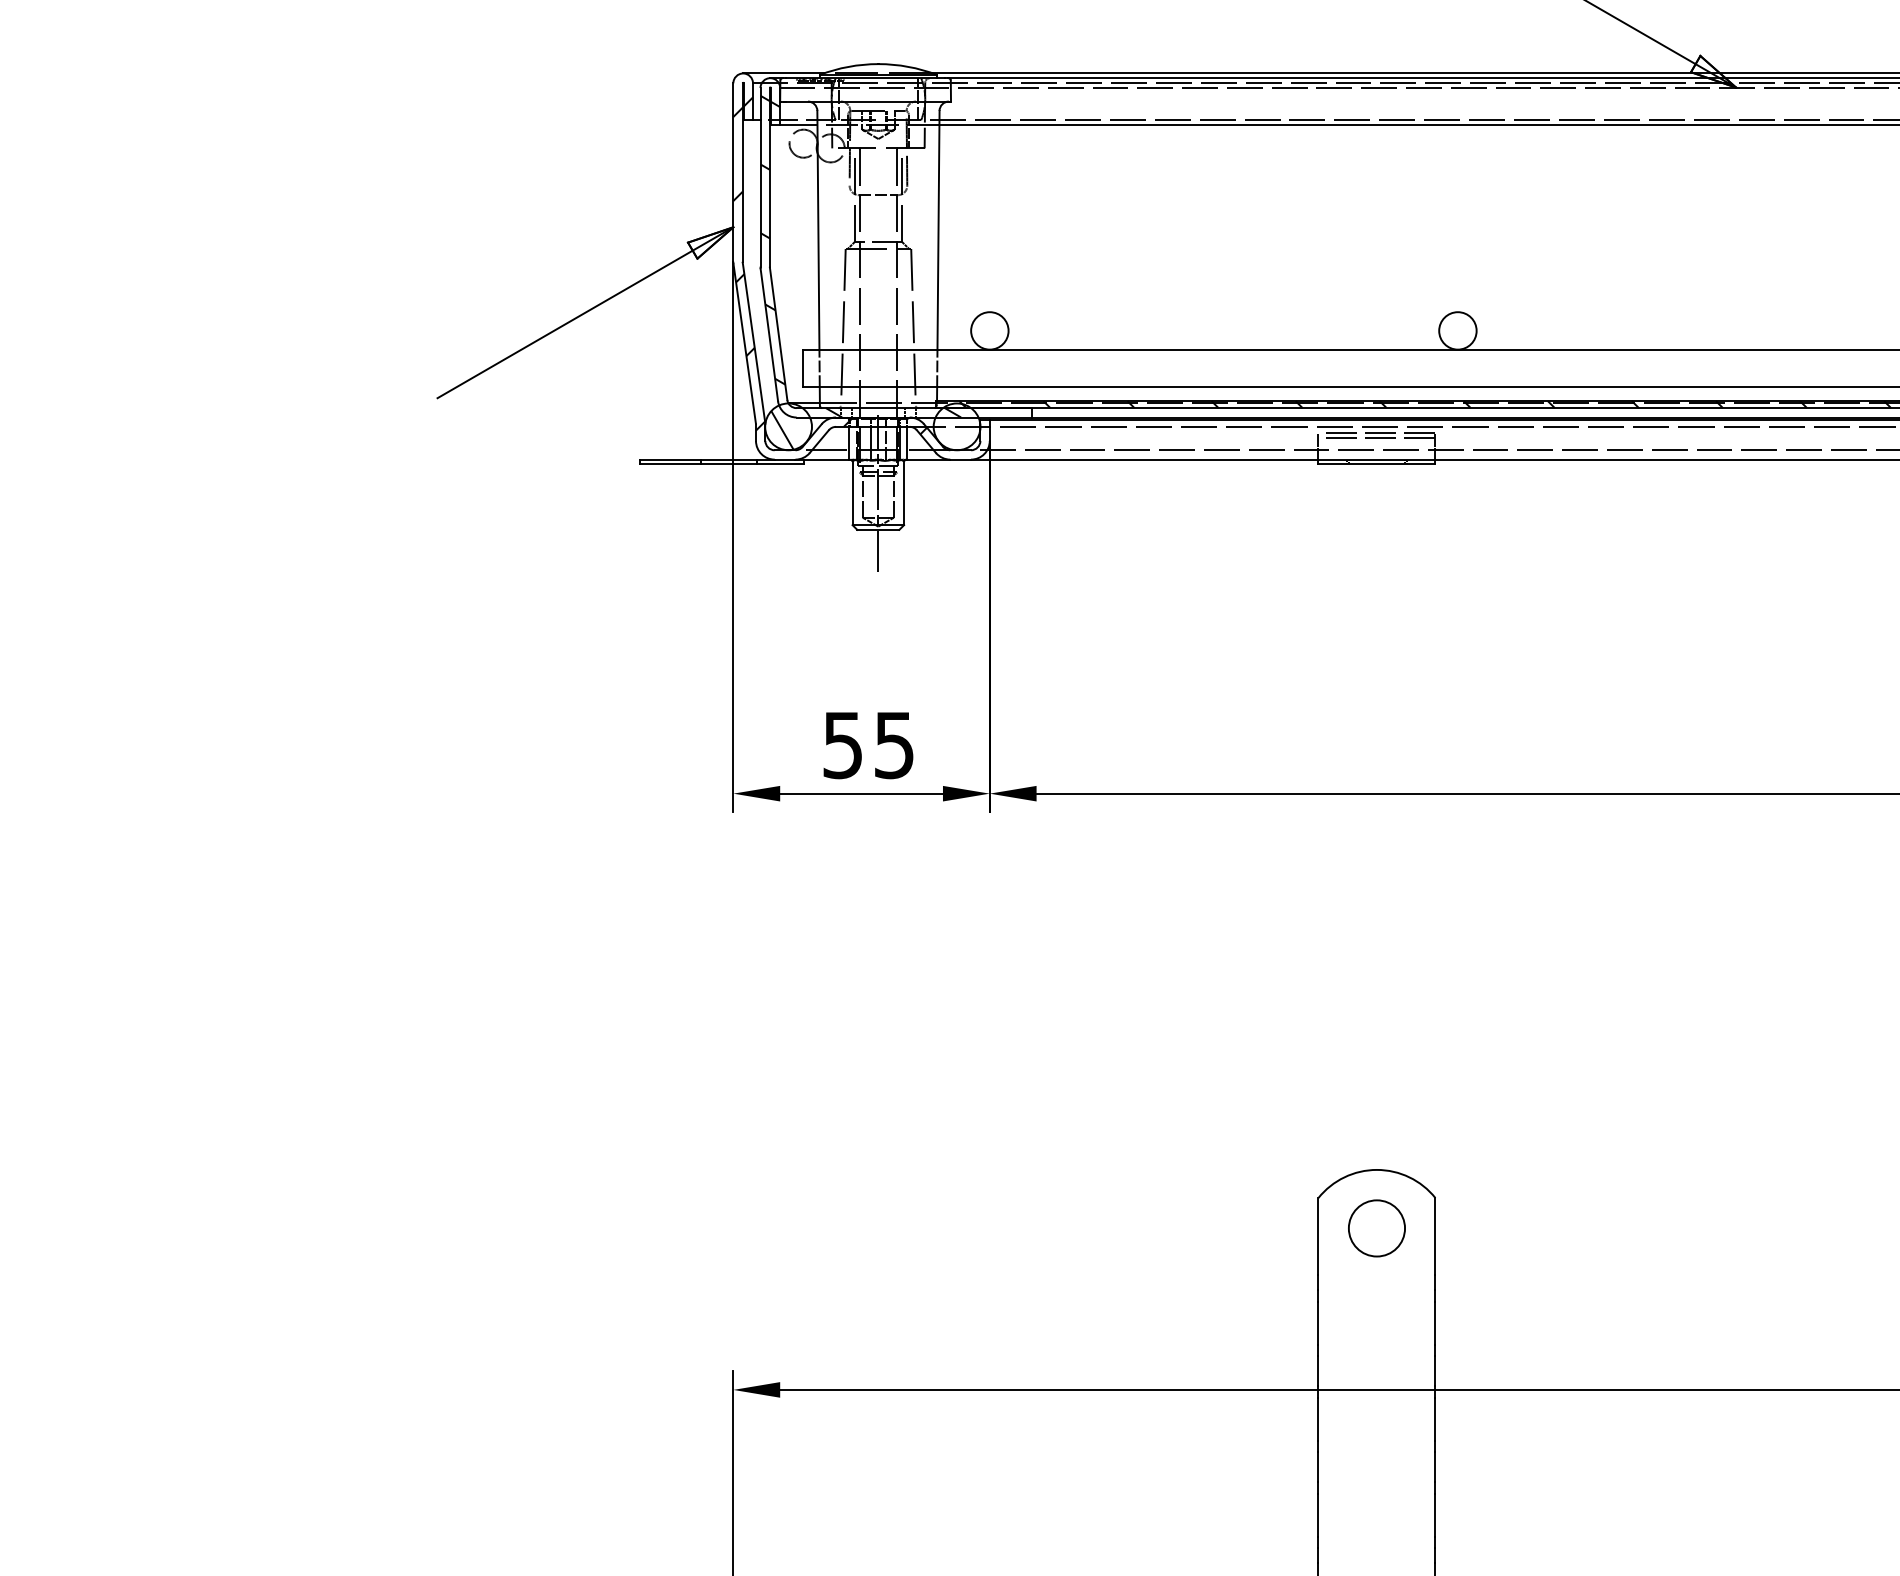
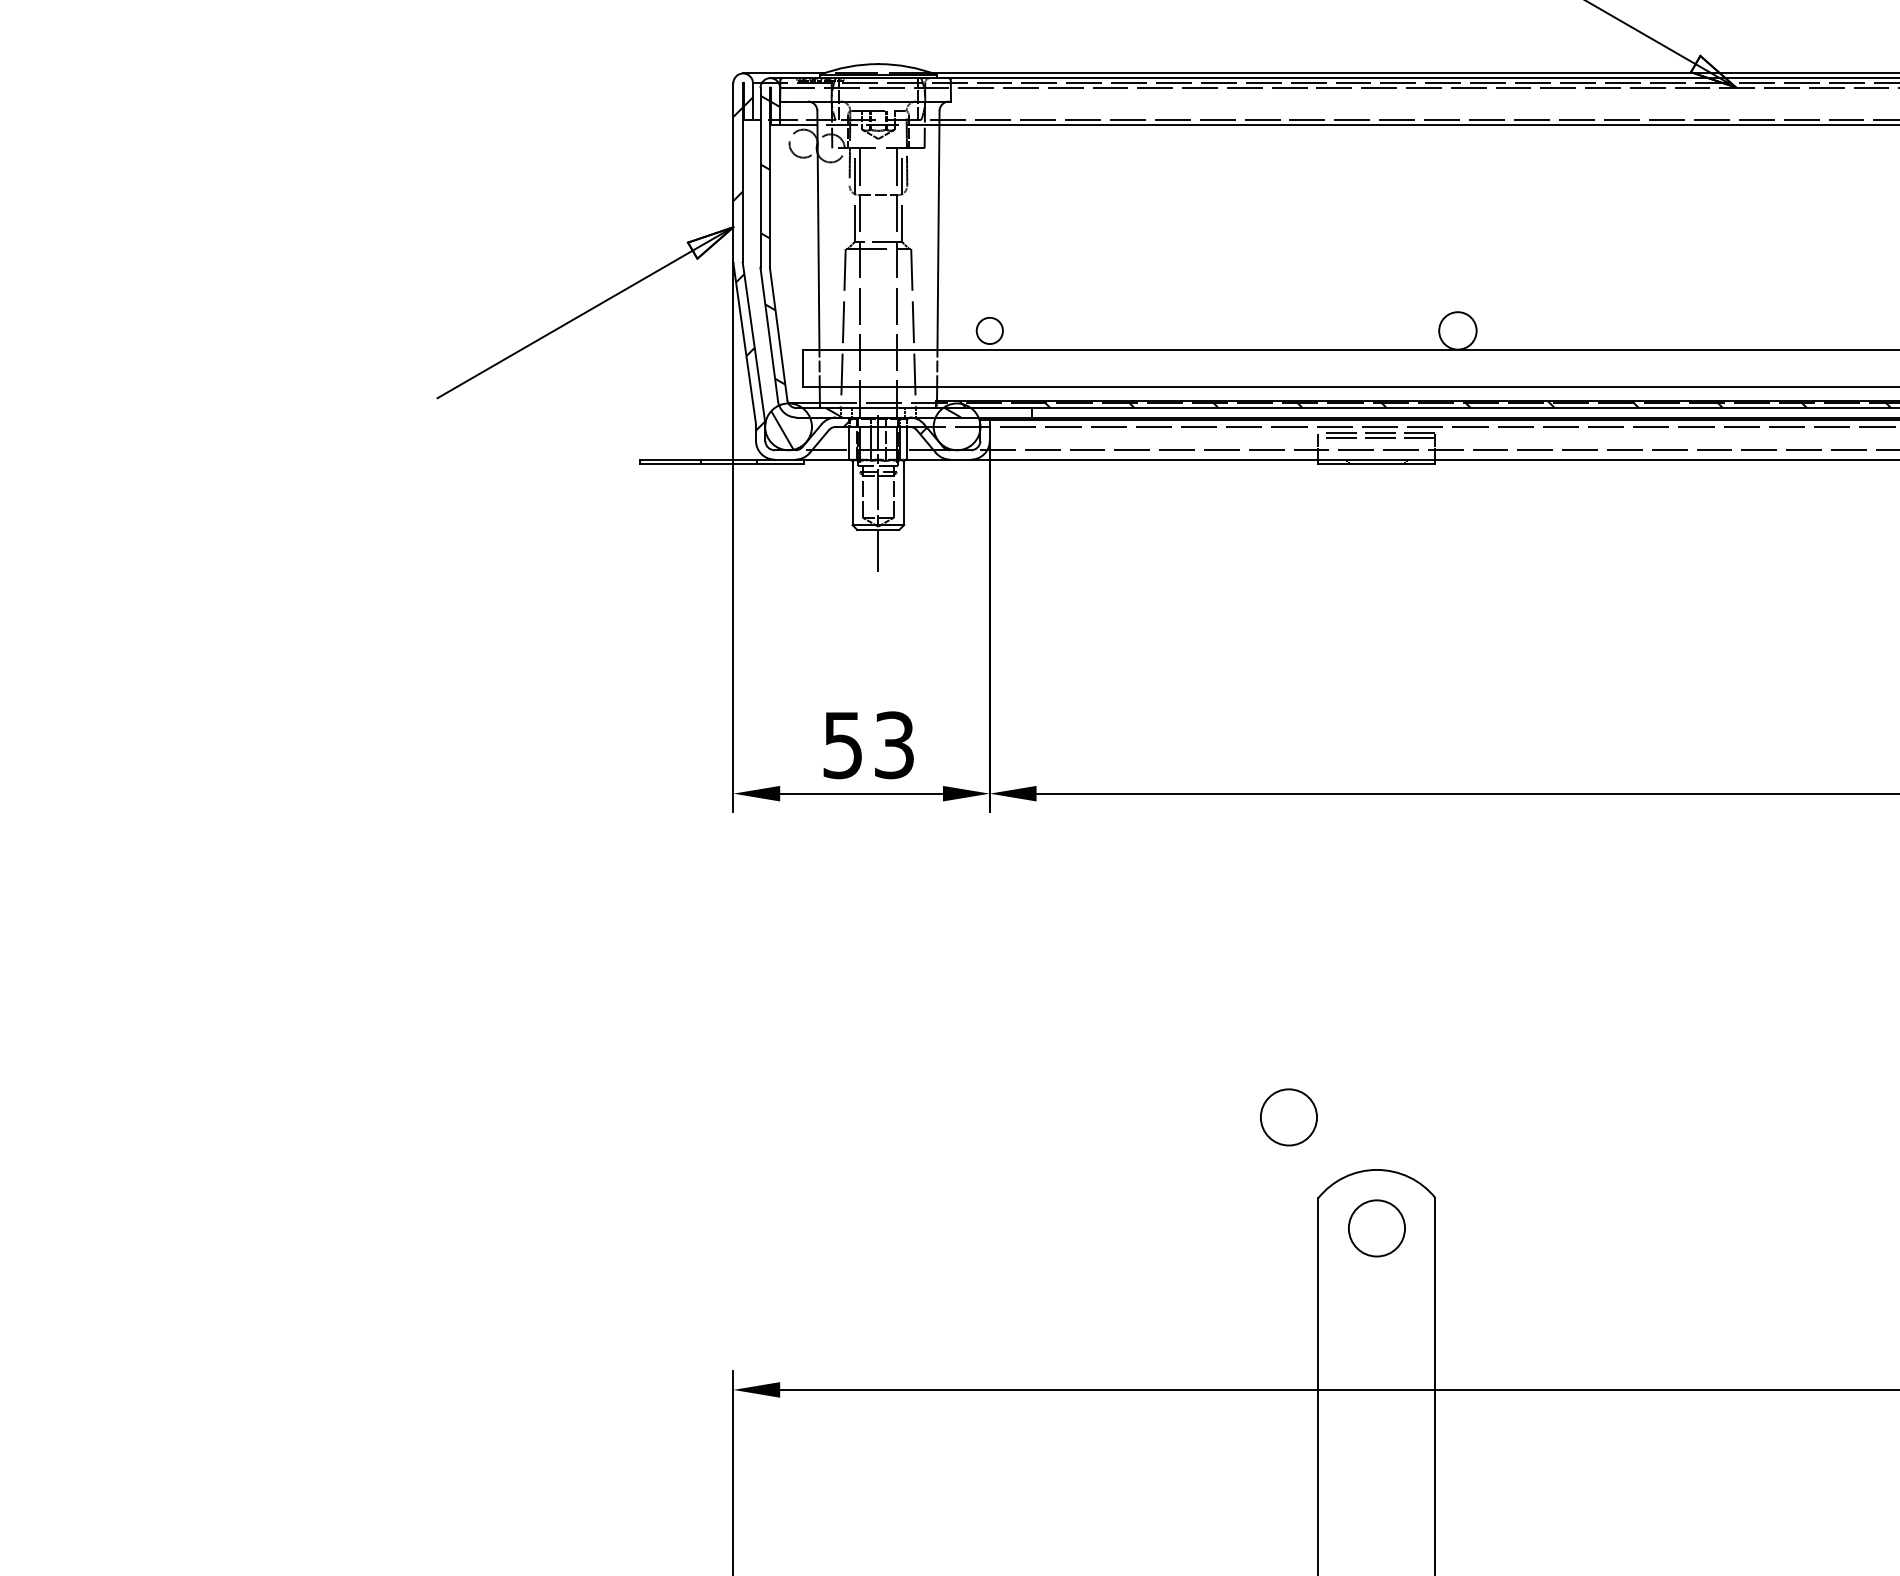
circle at (989, 330) diameter: 37 px -> 26 px
text at (894, 744): 55 -> 53
circle at (1288, 1117): none -> present
